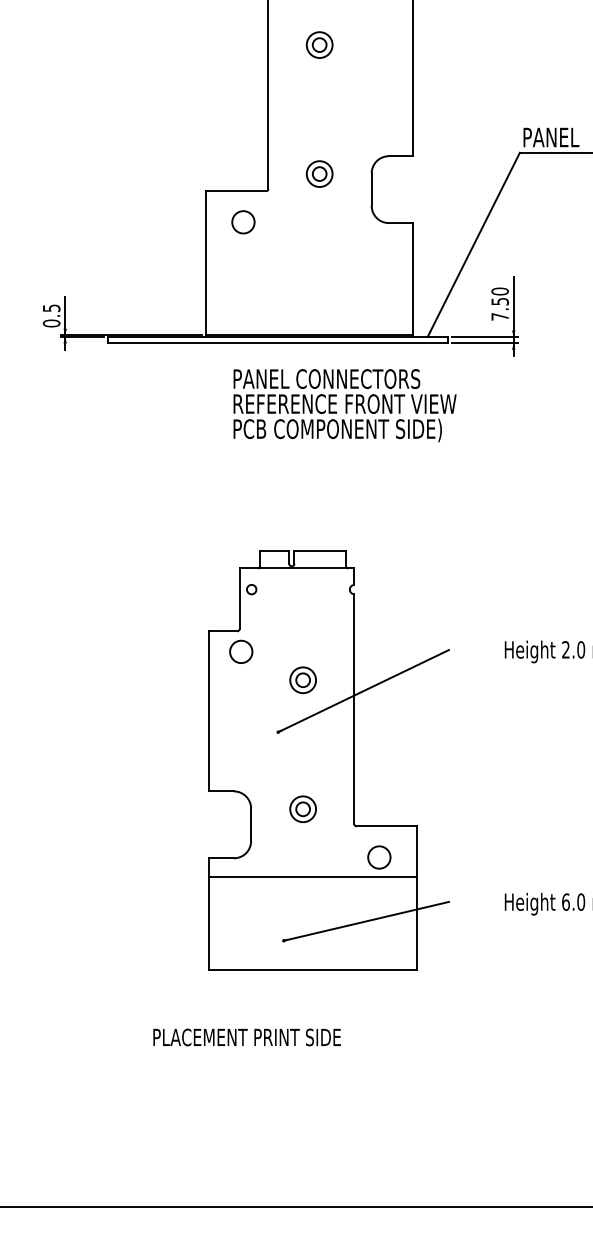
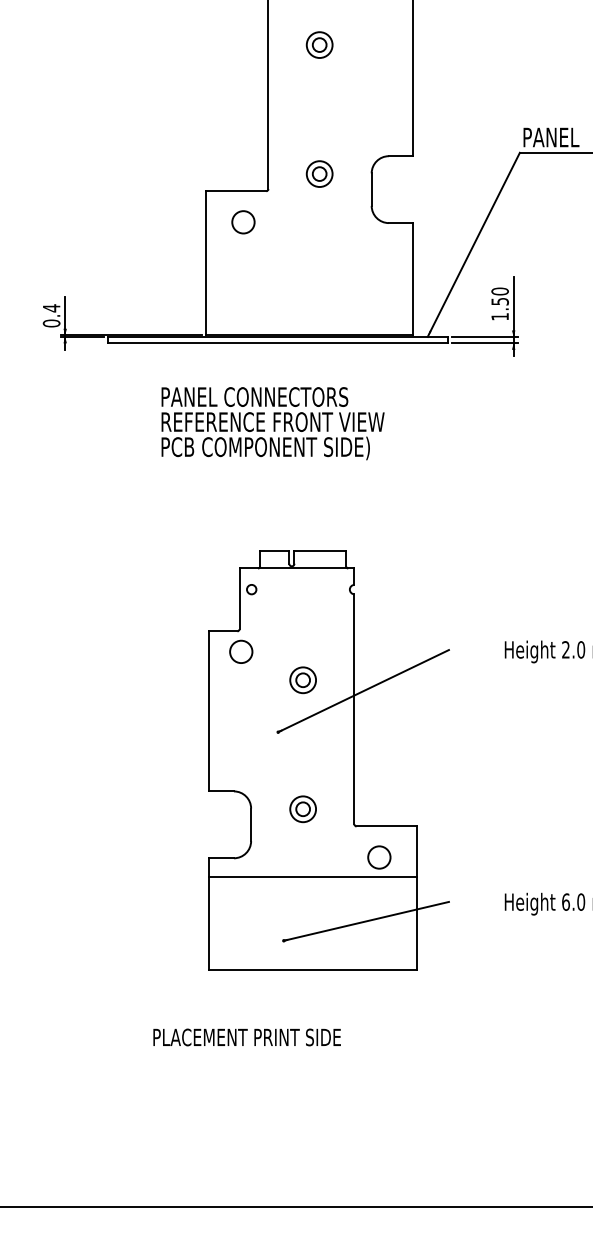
text at (51, 308): 0.5 -> 0.4
text at (499, 316): 7.50 -> 1.50
text at (344, 405) position: (344, 405) -> (272, 423)
